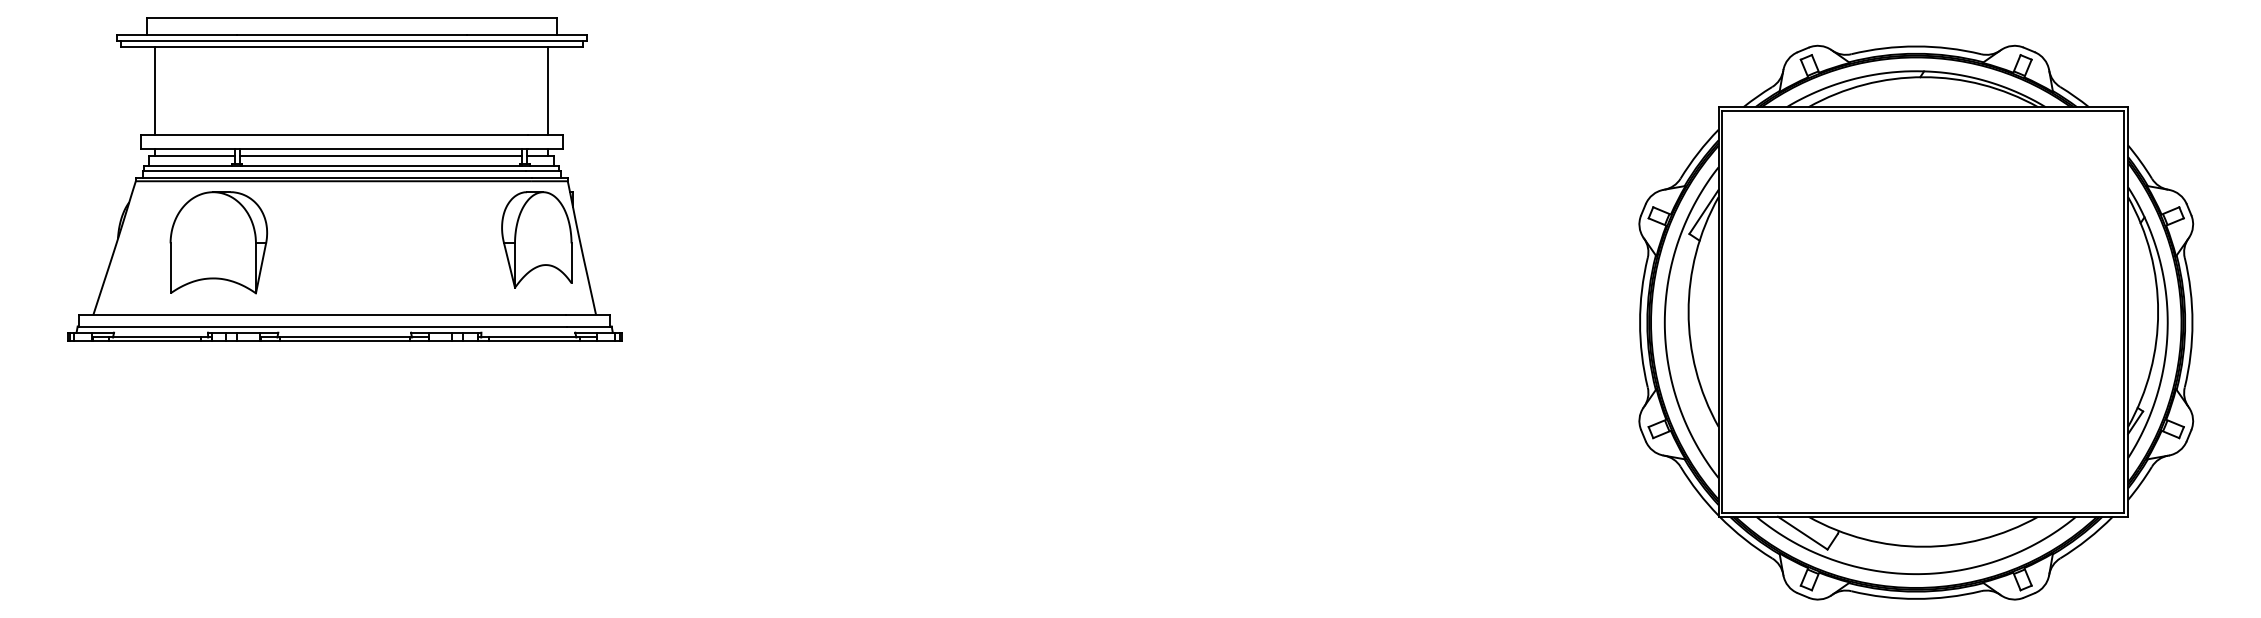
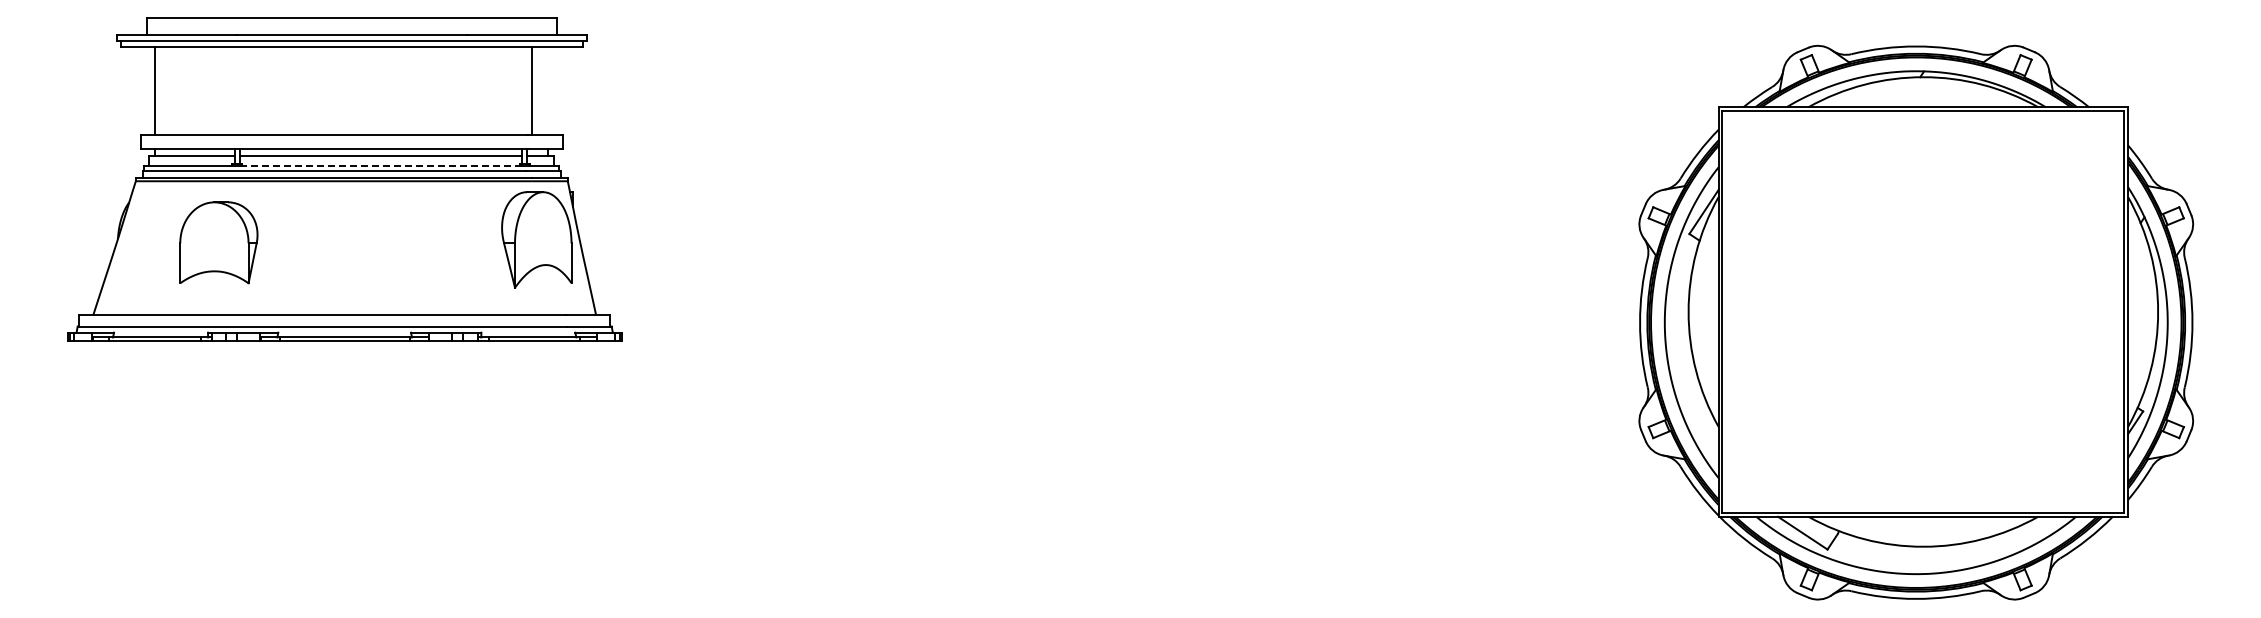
line at (548, 90) position: (548, 90) -> (532, 90)
line at (381, 166): solid -> dashed
part at (218, 242) size: 100x104 px -> 80x84 px
